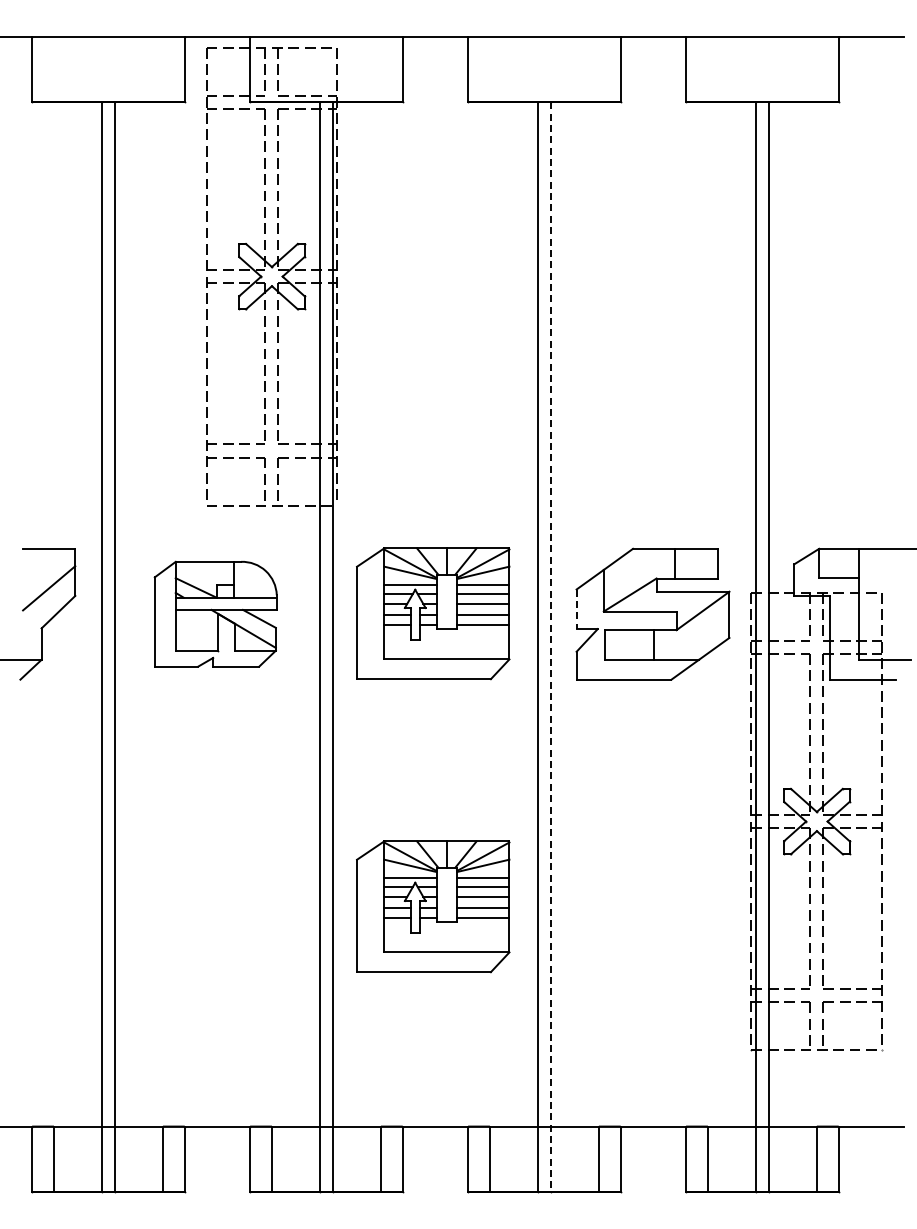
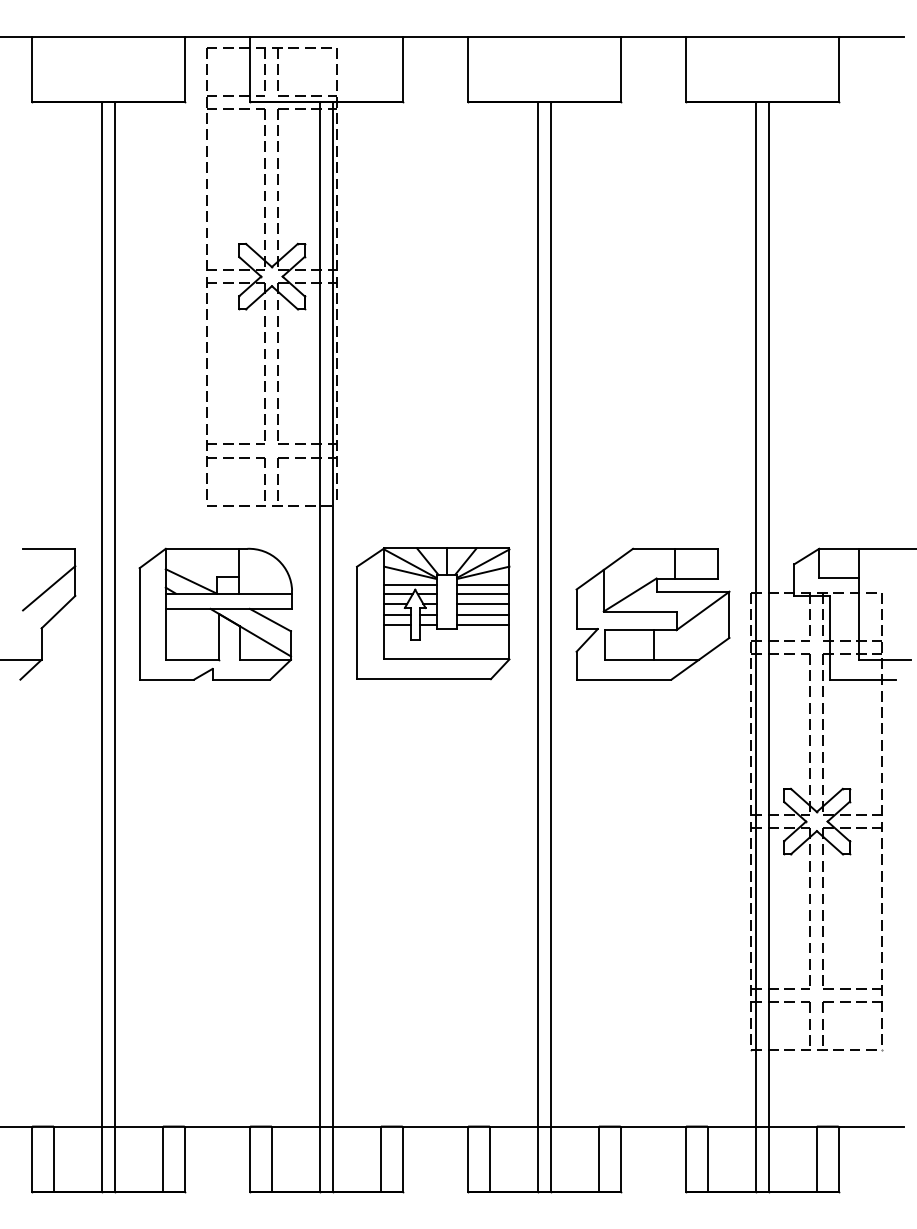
line at (576, 609): dashed -> solid
part at (215, 613) size: 125x108 px -> 155x134 px
line at (550, 647): dashed -> solid
part at (433, 906): present -> none
